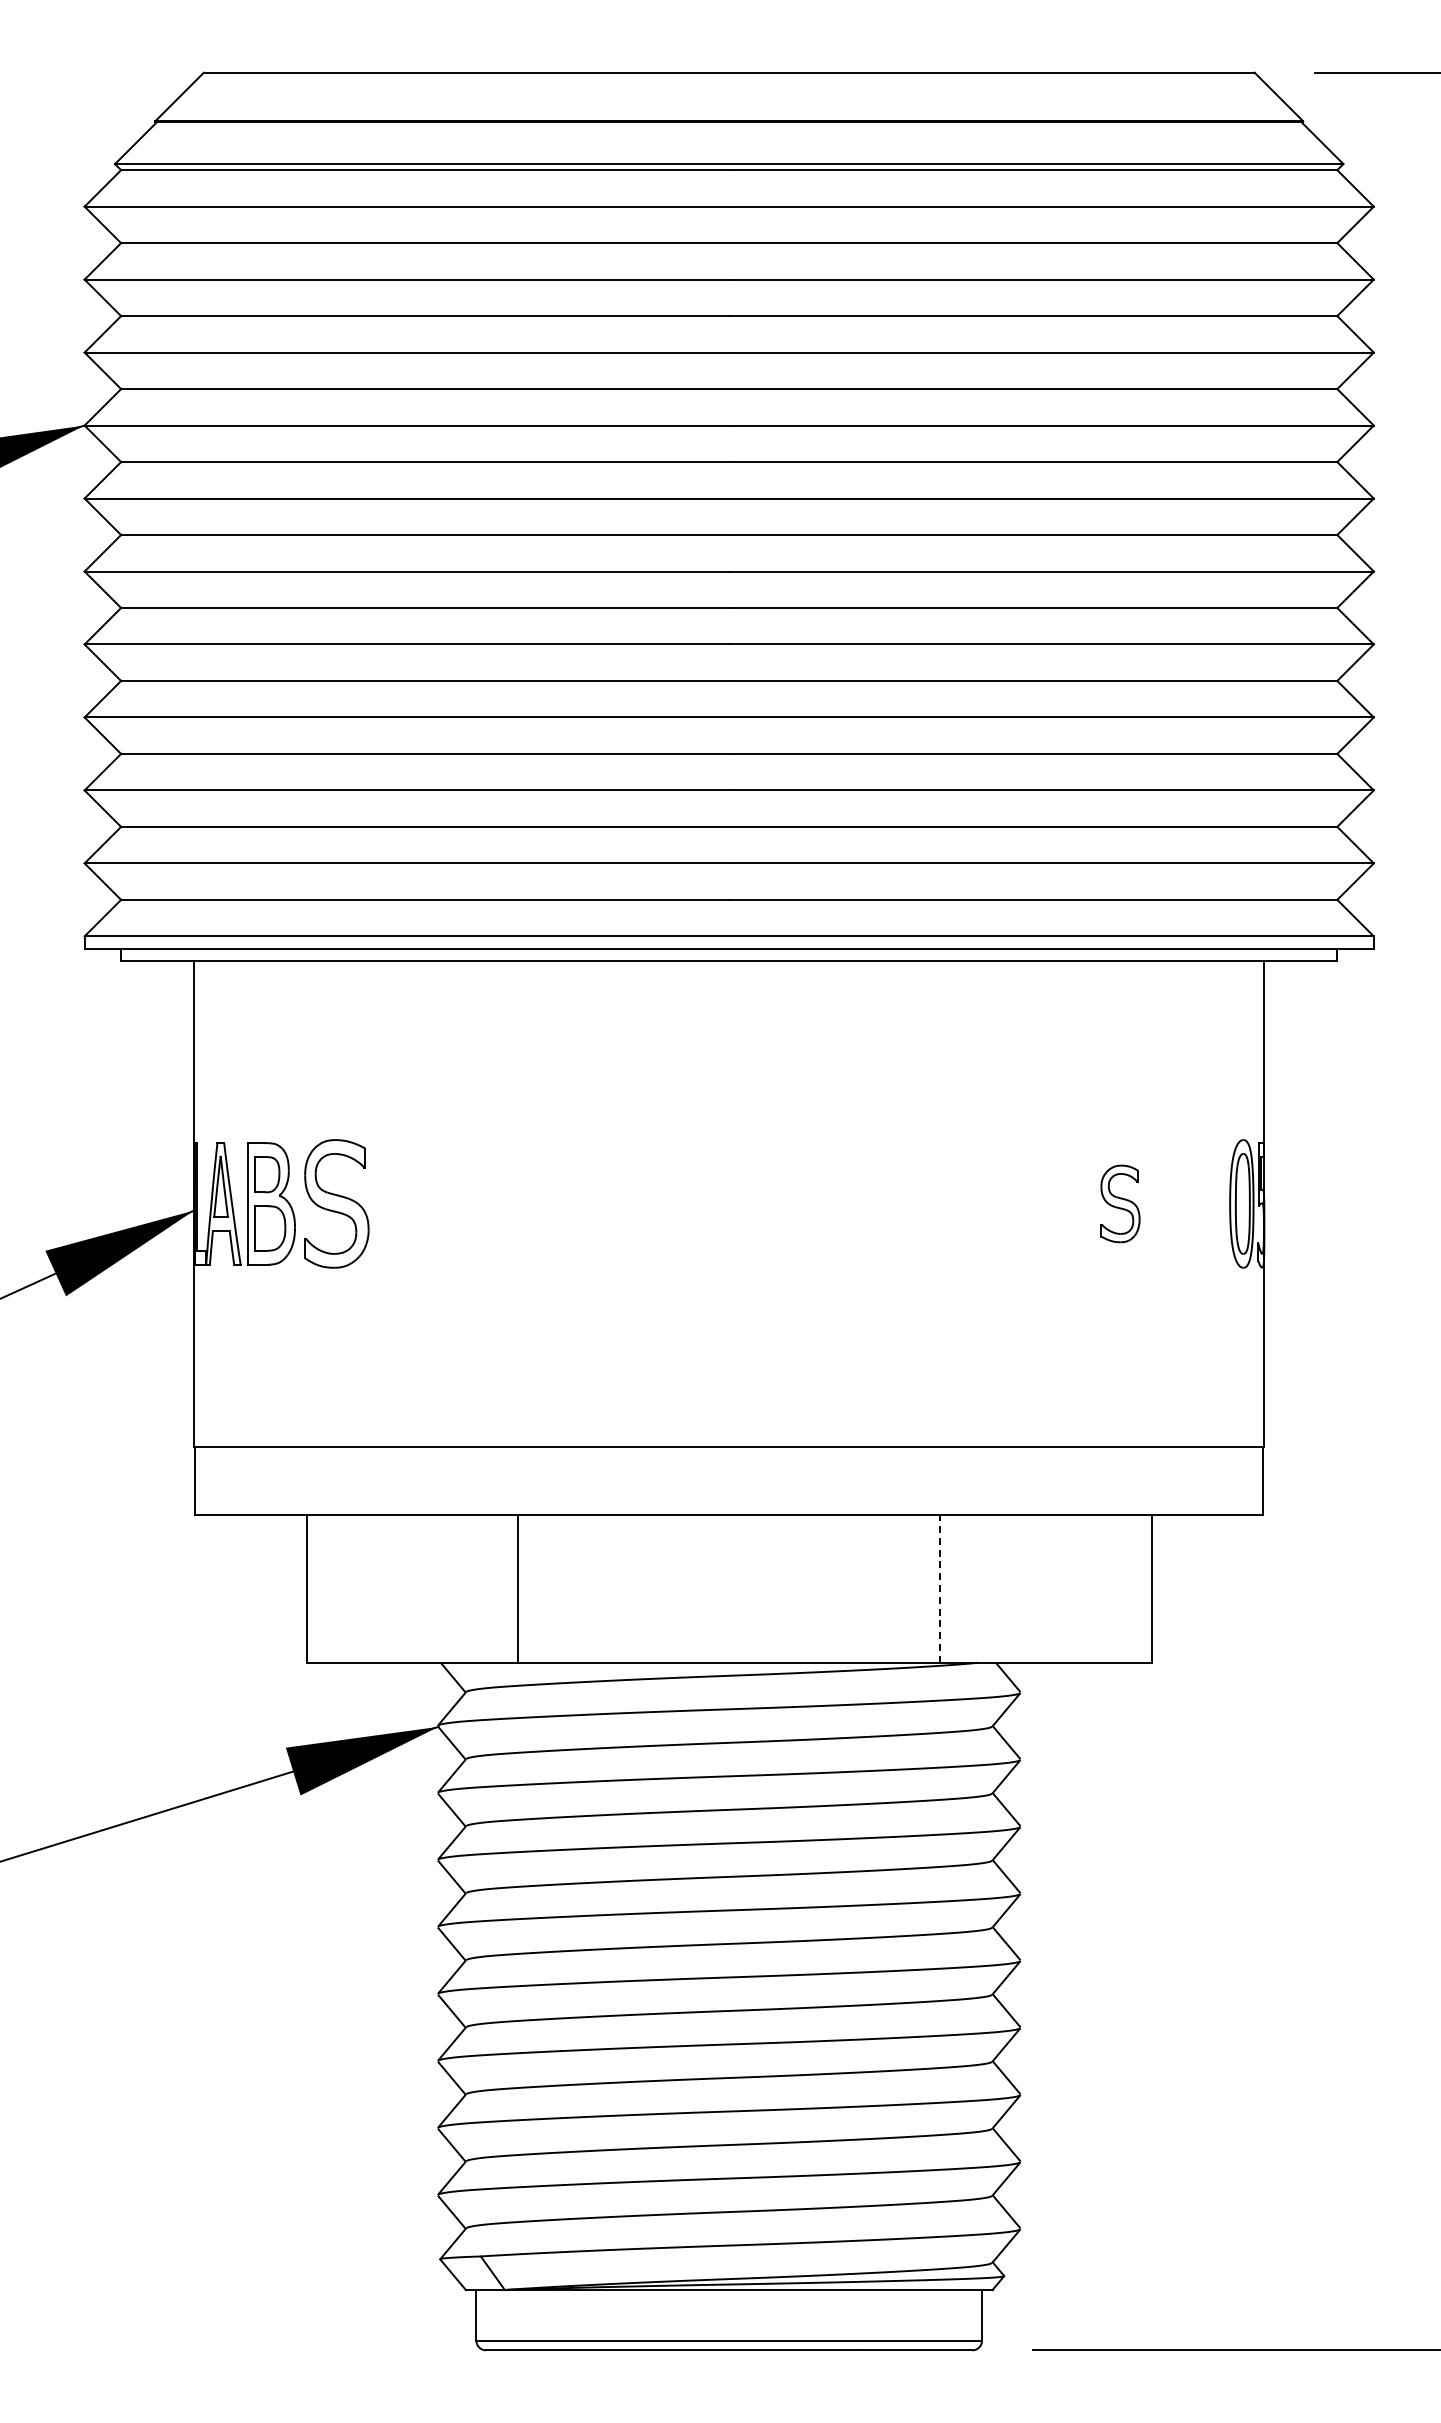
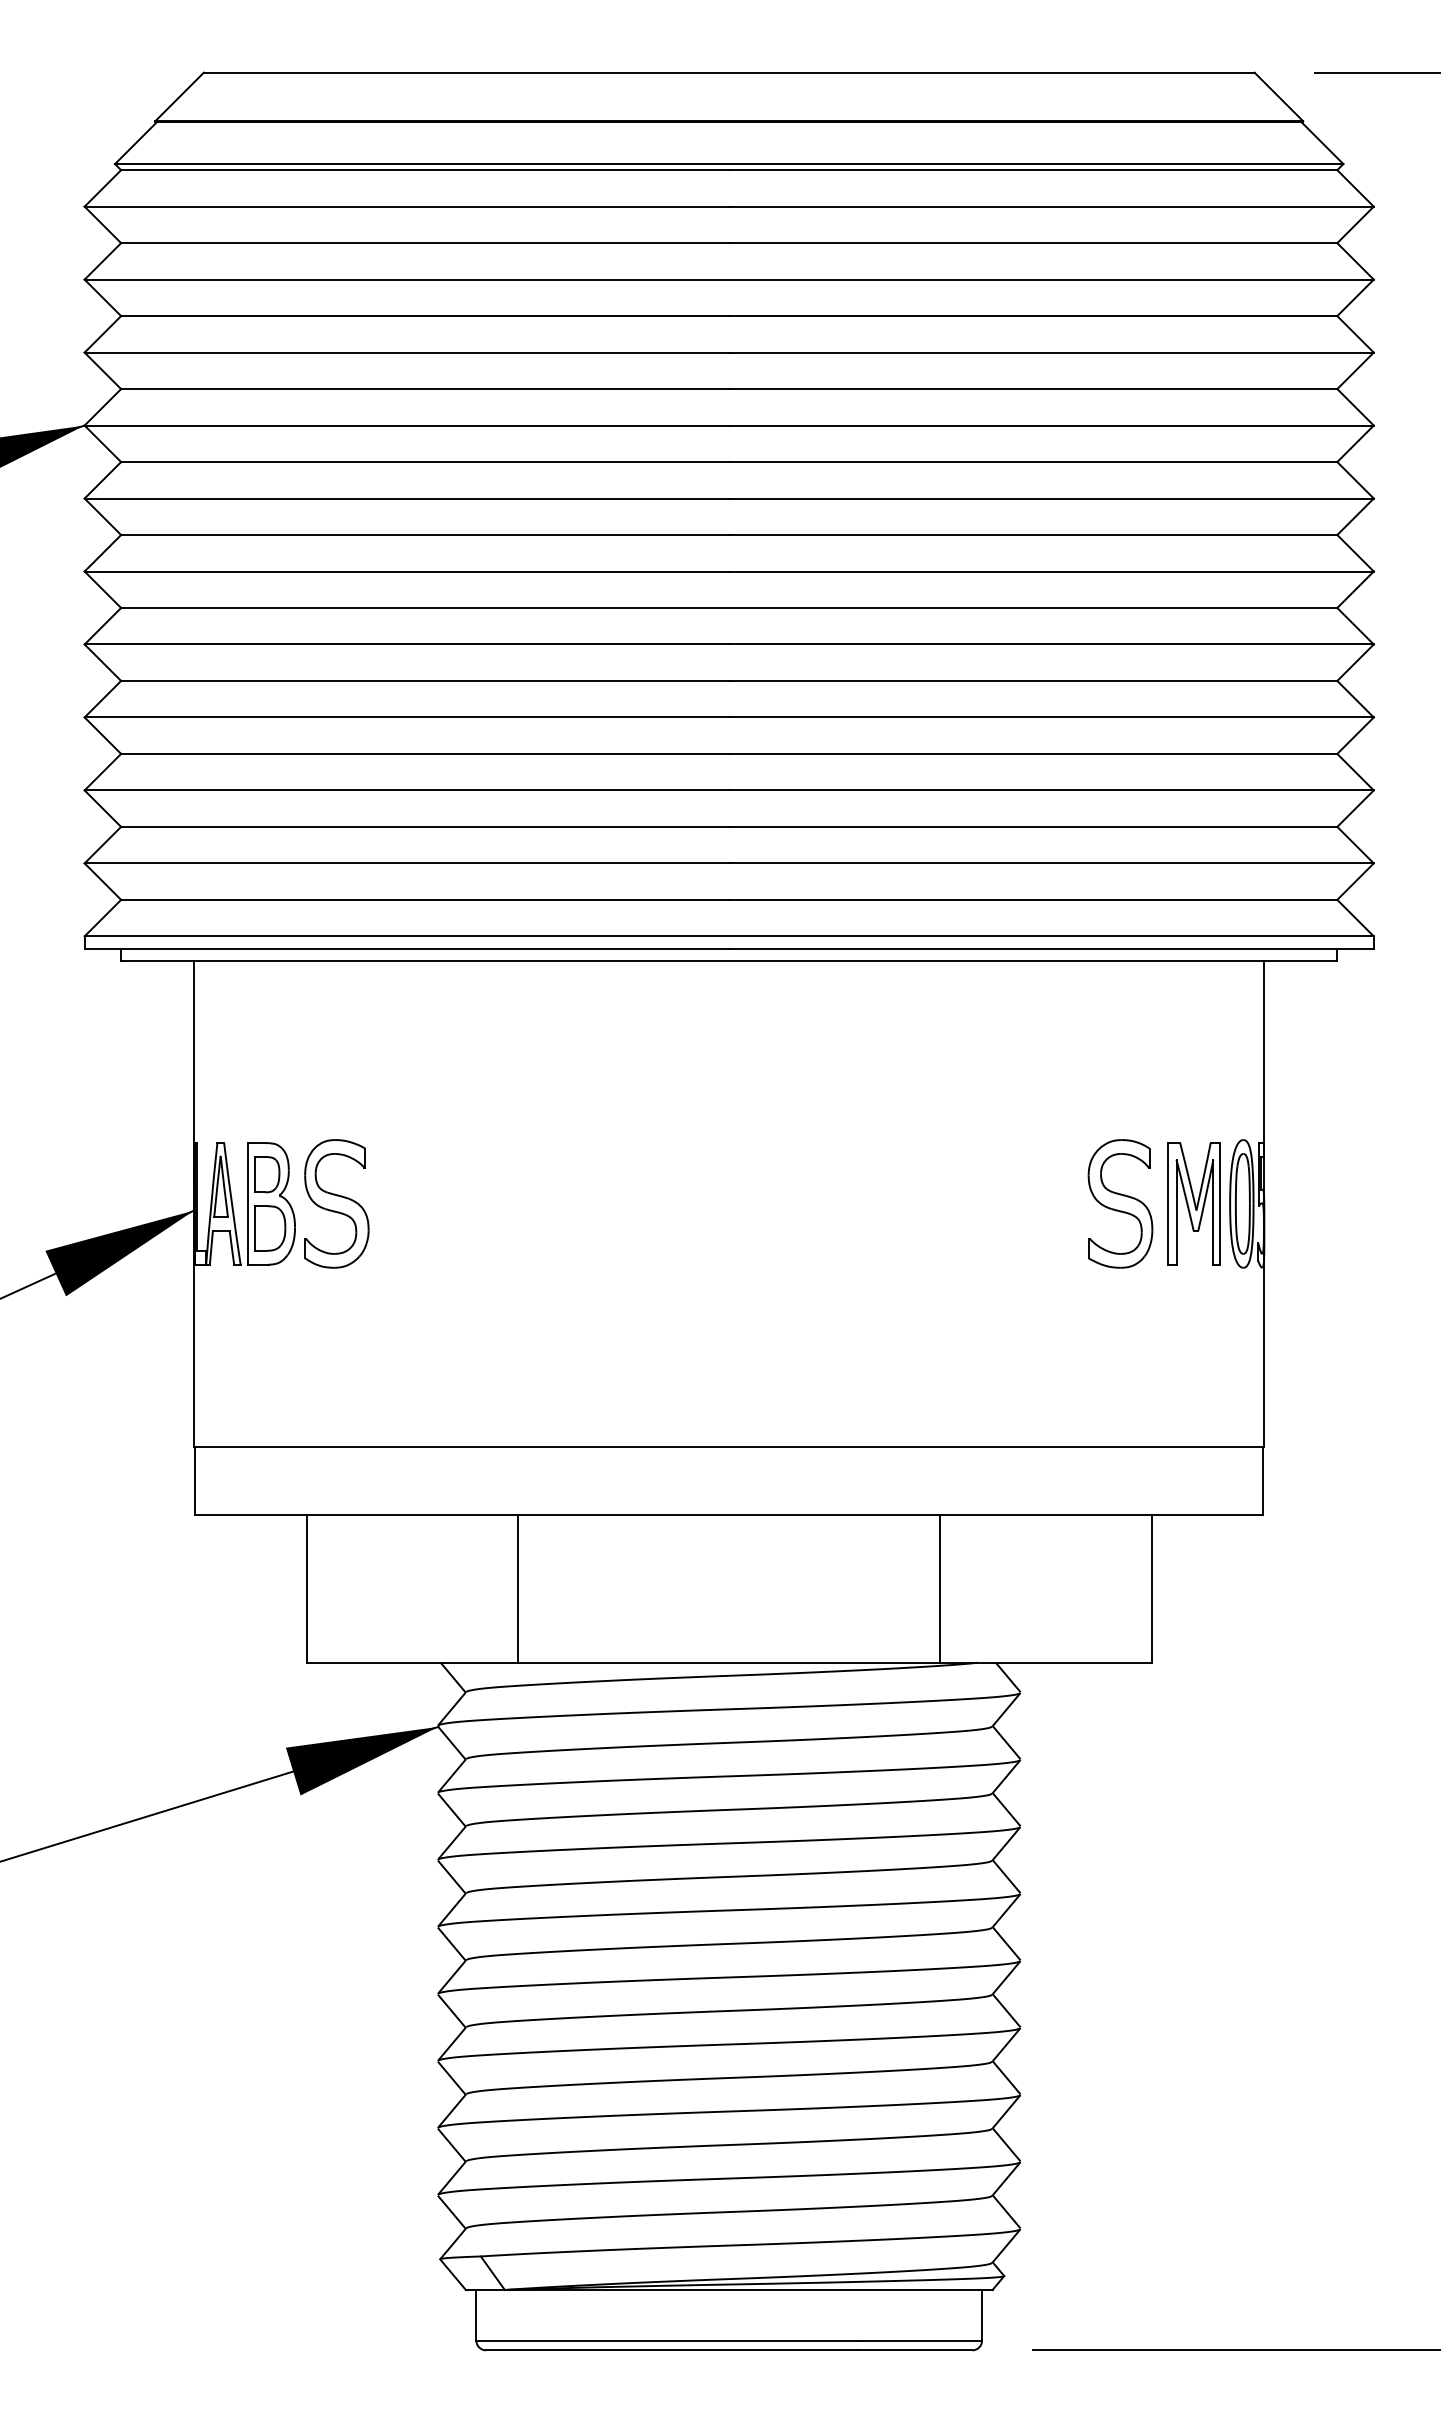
part at (1120, 1203) size: 41x80 px -> 67x130 px
part at (1193, 1203): none -> present
line at (940, 1588): dashed -> solid
